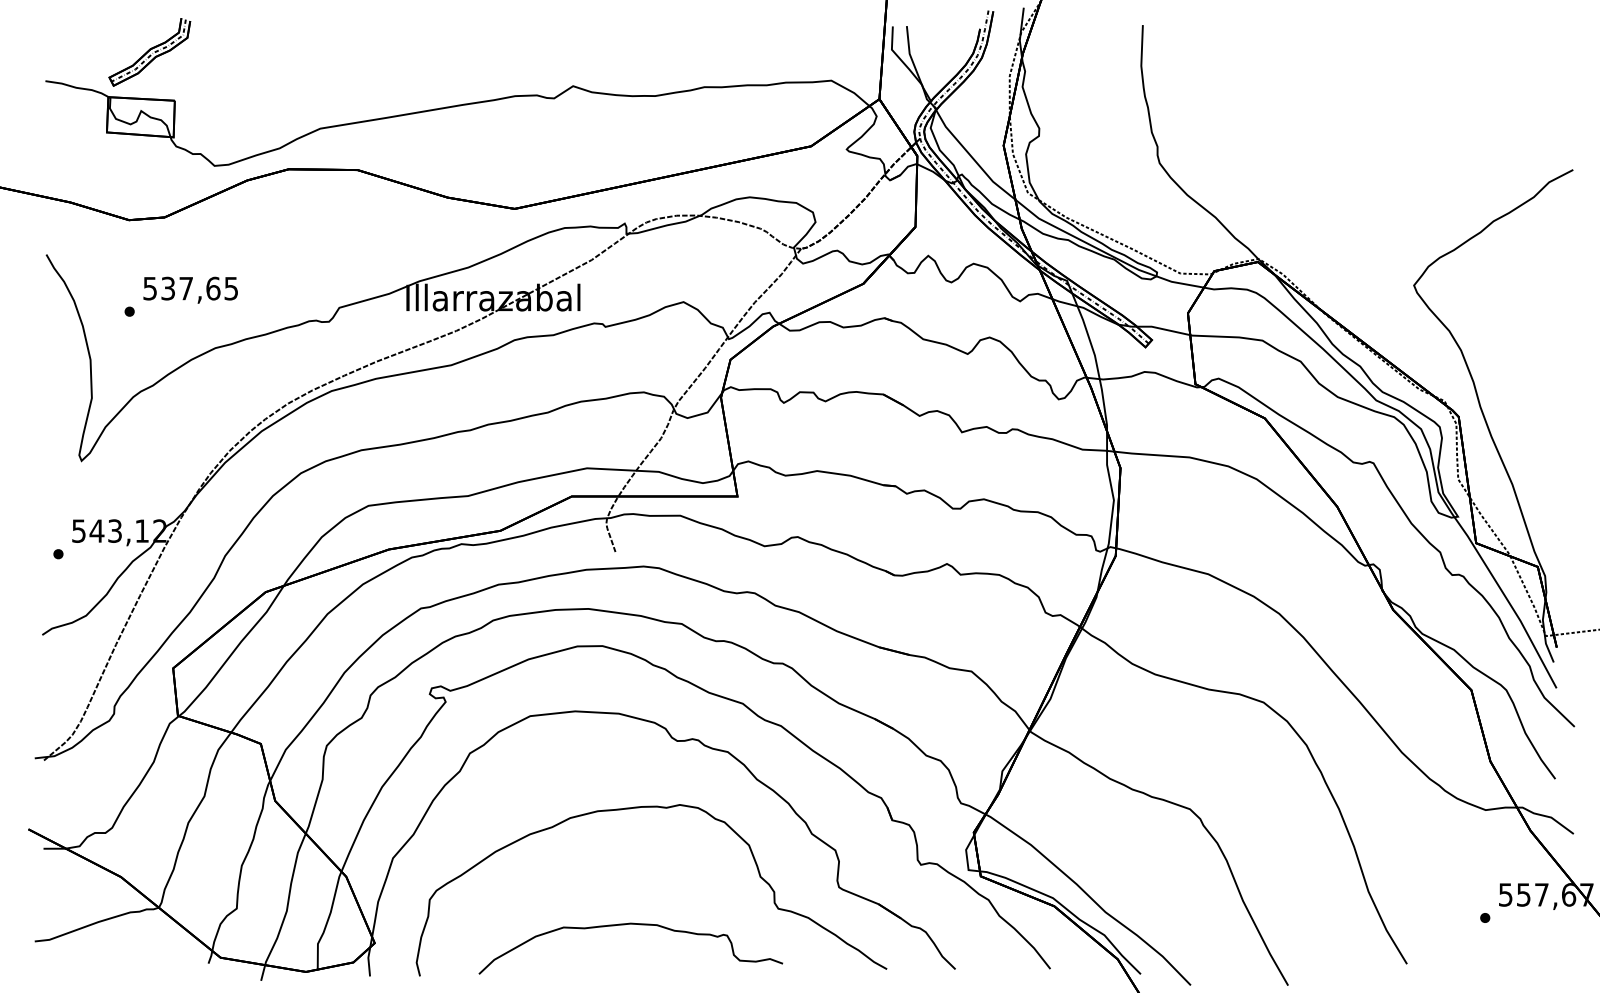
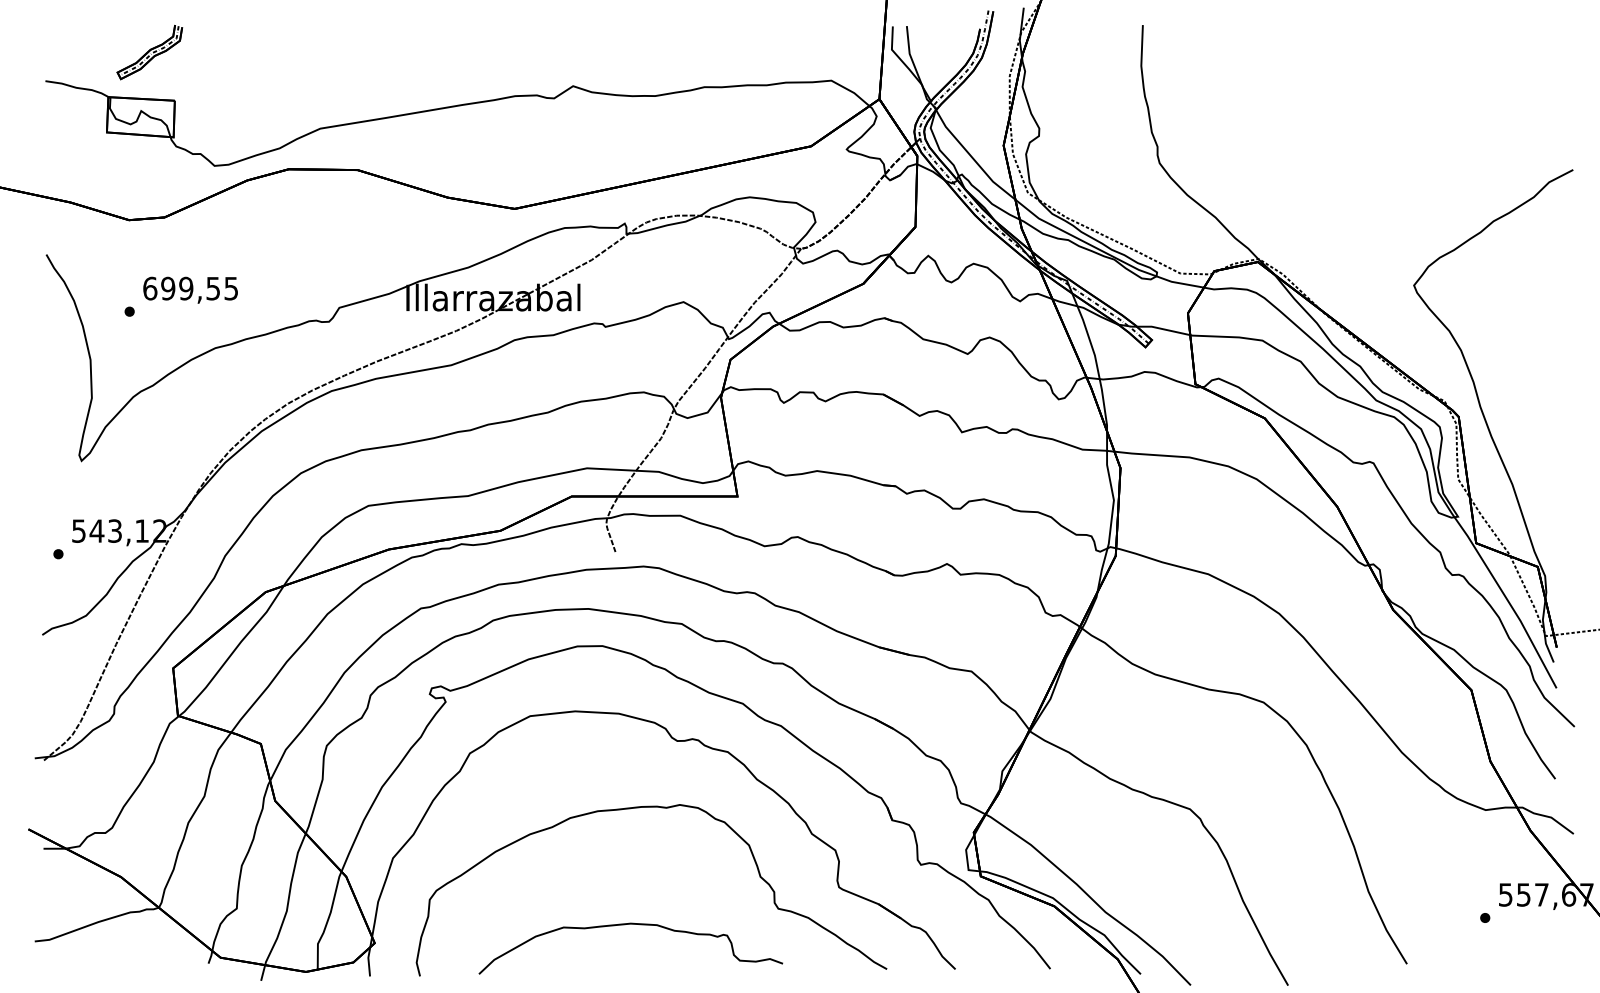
part at (149, 52) size: 84x69 px -> 68x57 px
text at (181, 288): 537,65 -> 699,55
